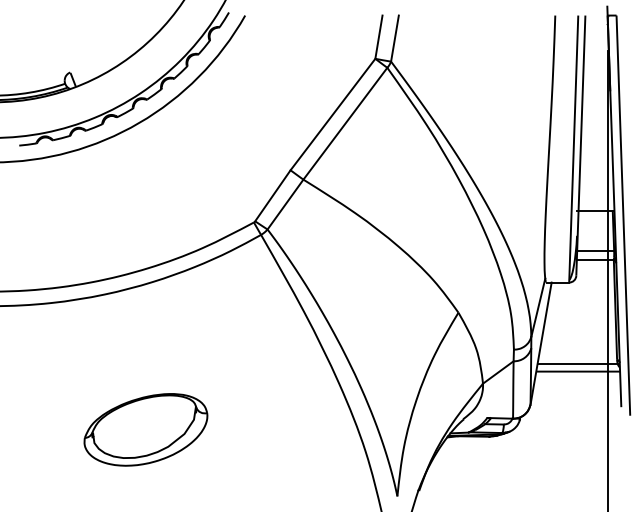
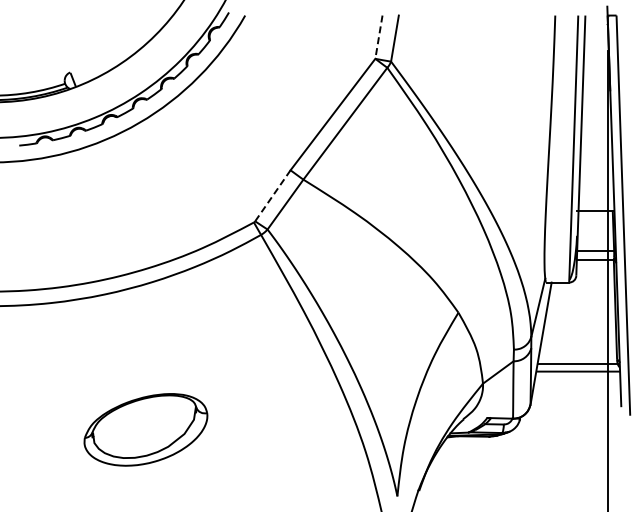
line at (378, 37): solid -> dashed
line at (272, 196): solid -> dashed
